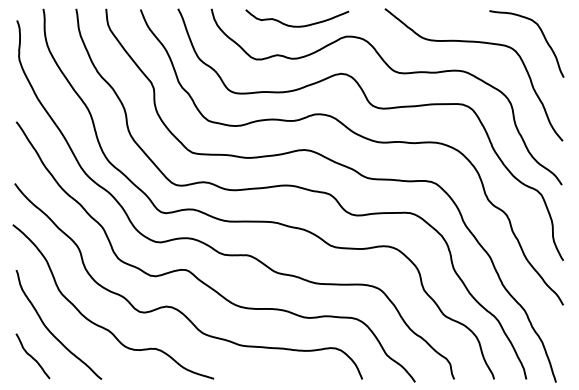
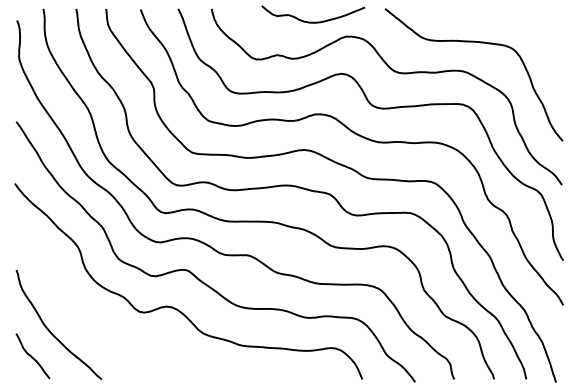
curve at (297, 25) position: (297, 25) -> (313, 21)
curve at (542, 35): present -> none
curve at (100, 325): present -> none
